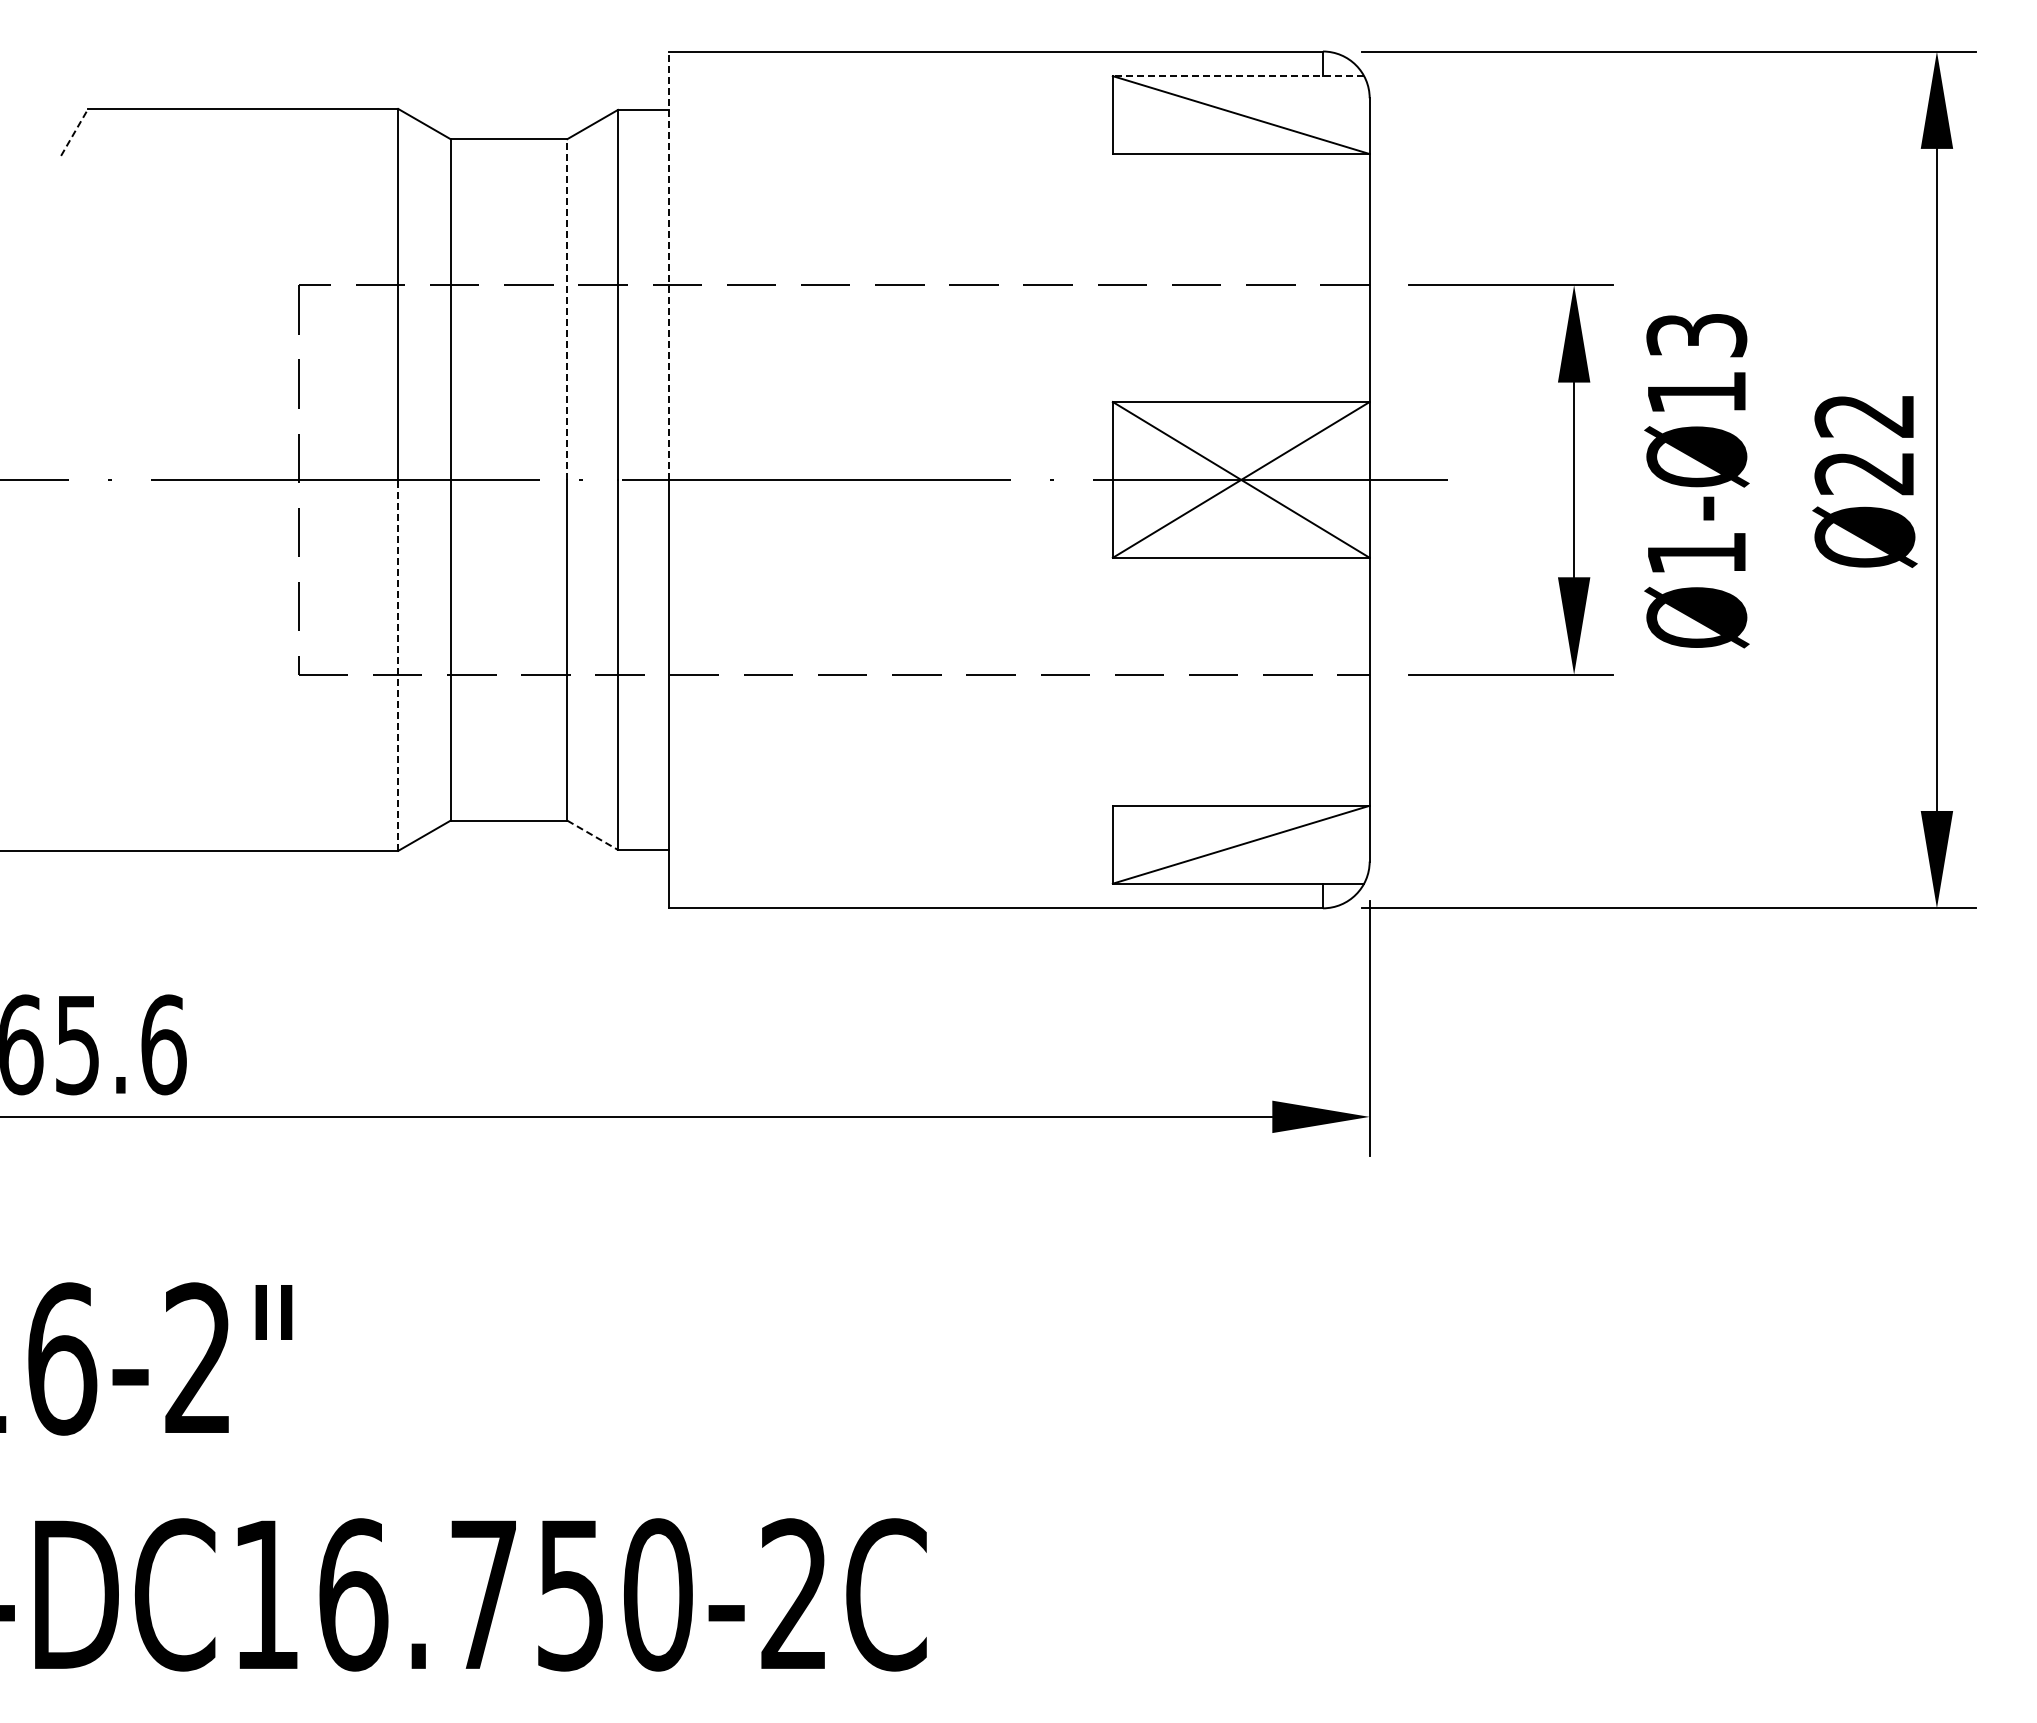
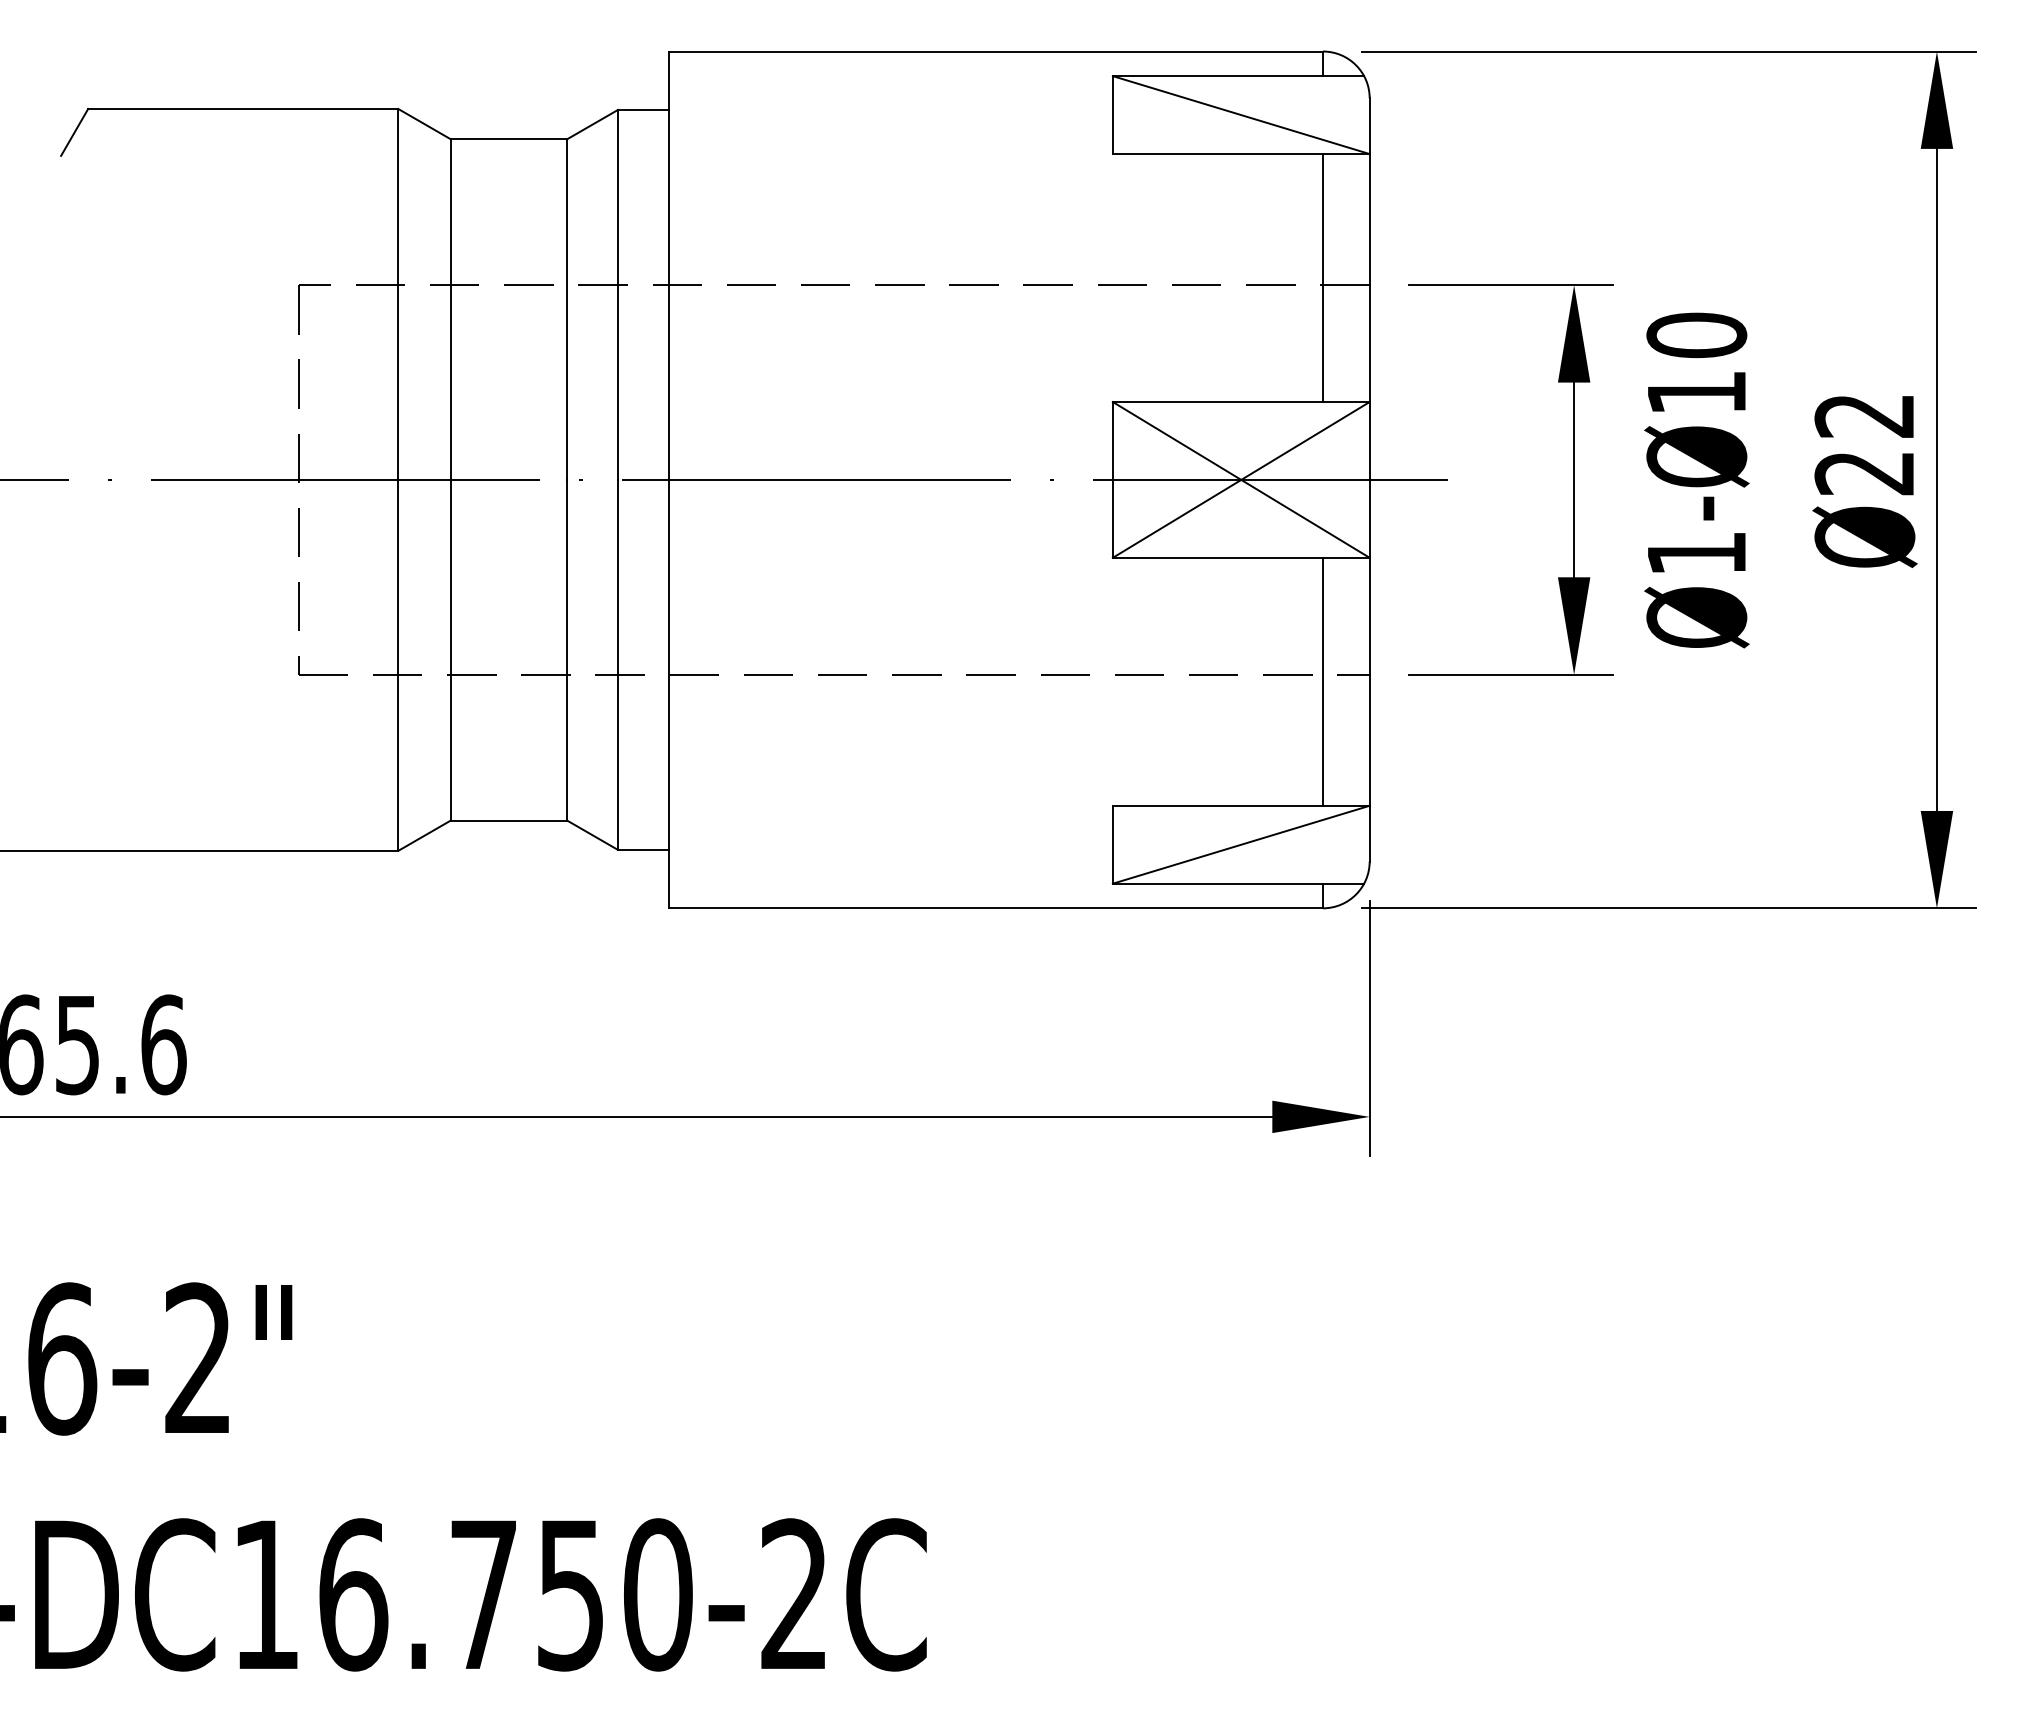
line at (1238, 76): dashed -> solid
line at (74, 132): dashed -> solid
line at (668, 265): dashed -> solid
line at (1322, 278): none -> present
line at (567, 309): dashed -> solid
text at (1696, 335): Ø1-Ø13 -> Ø1-Ø10
line at (398, 664): dashed -> solid
line at (1322, 681): none -> present
line at (593, 835): dashed -> solid
